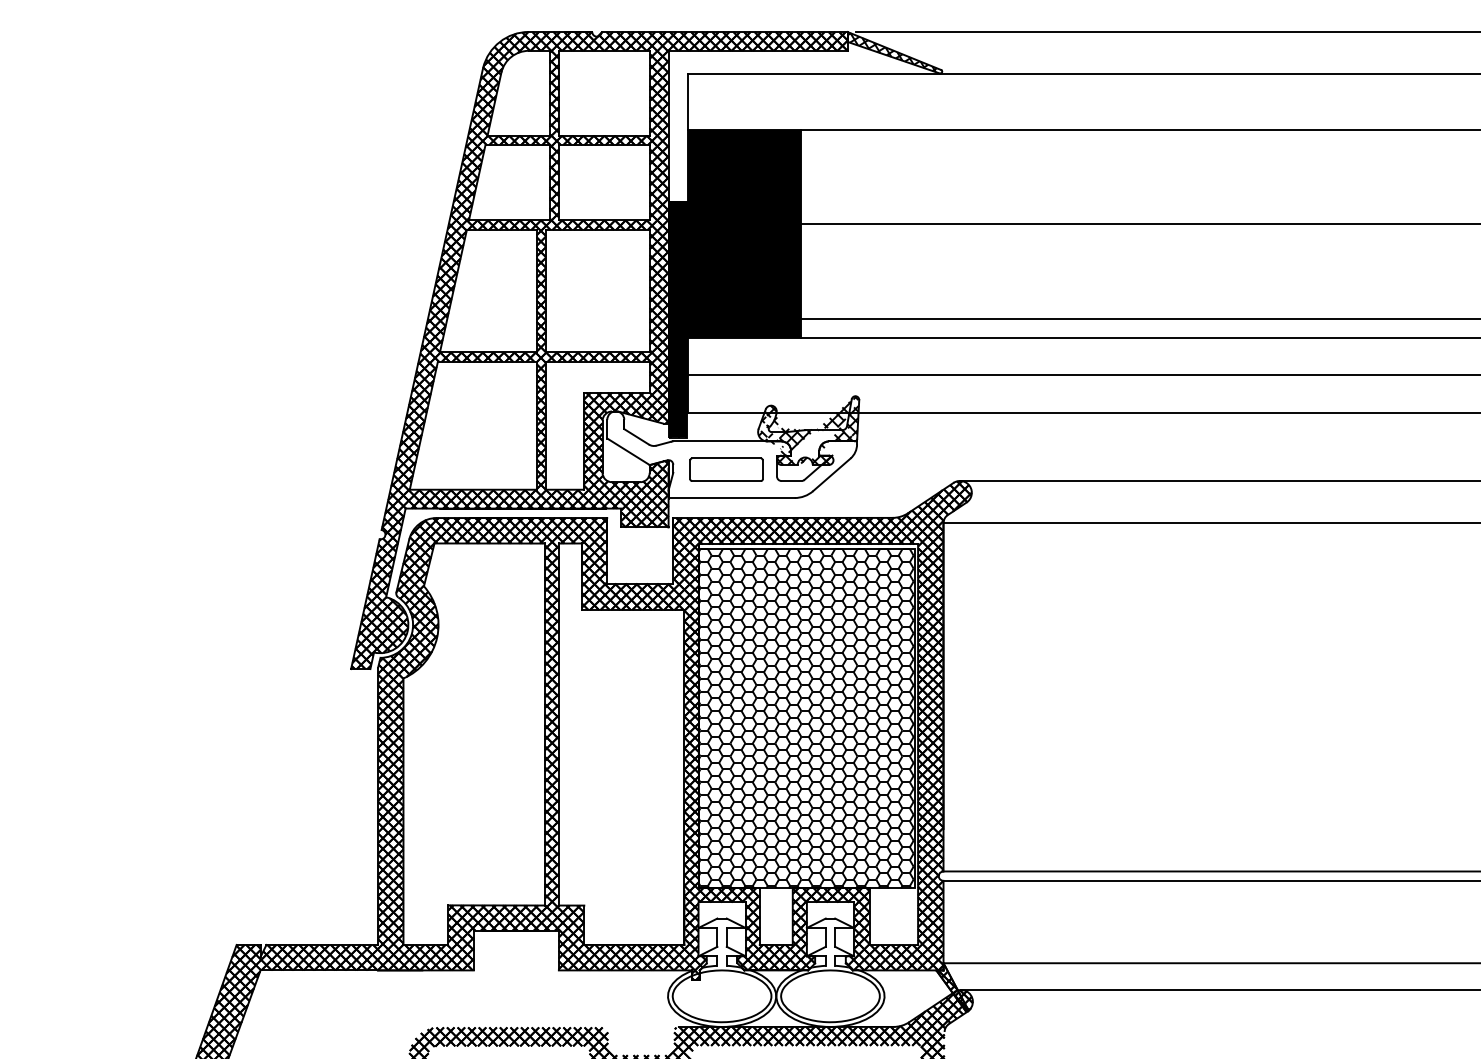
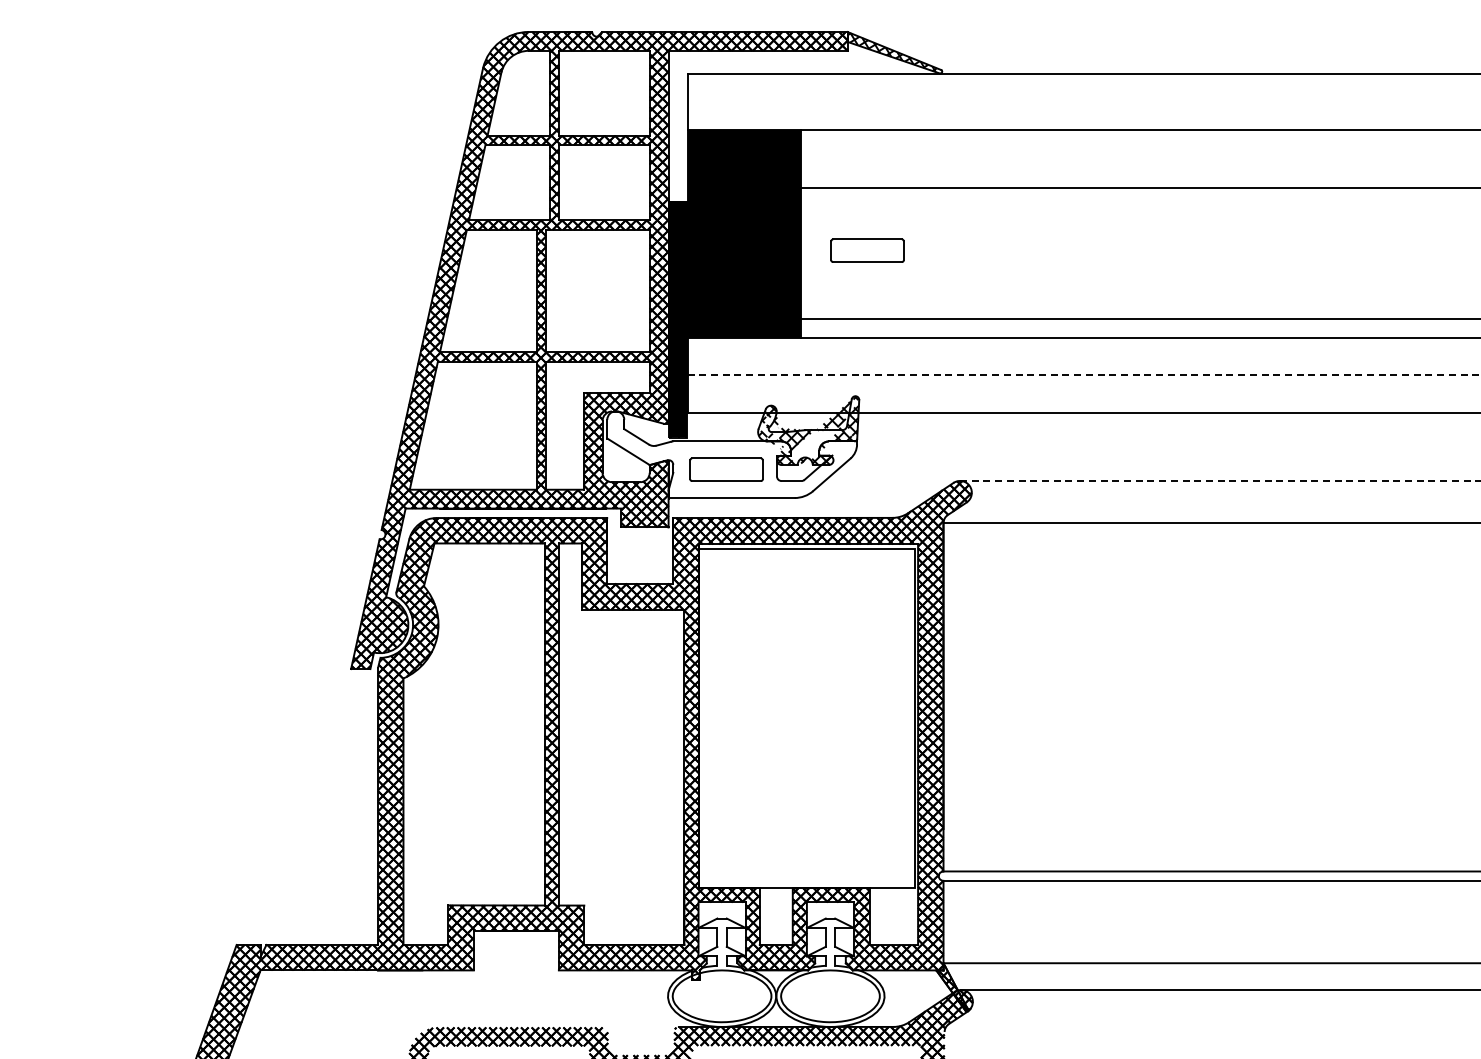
line at (1166, 31): present -> none
line at (1138, 224) position: (1138, 224) -> (1138, 188)
part at (867, 250): none -> present
line at (1084, 375): solid -> dashed
line at (1220, 480): solid -> dashed
hatch at (806, 718): present -> none
